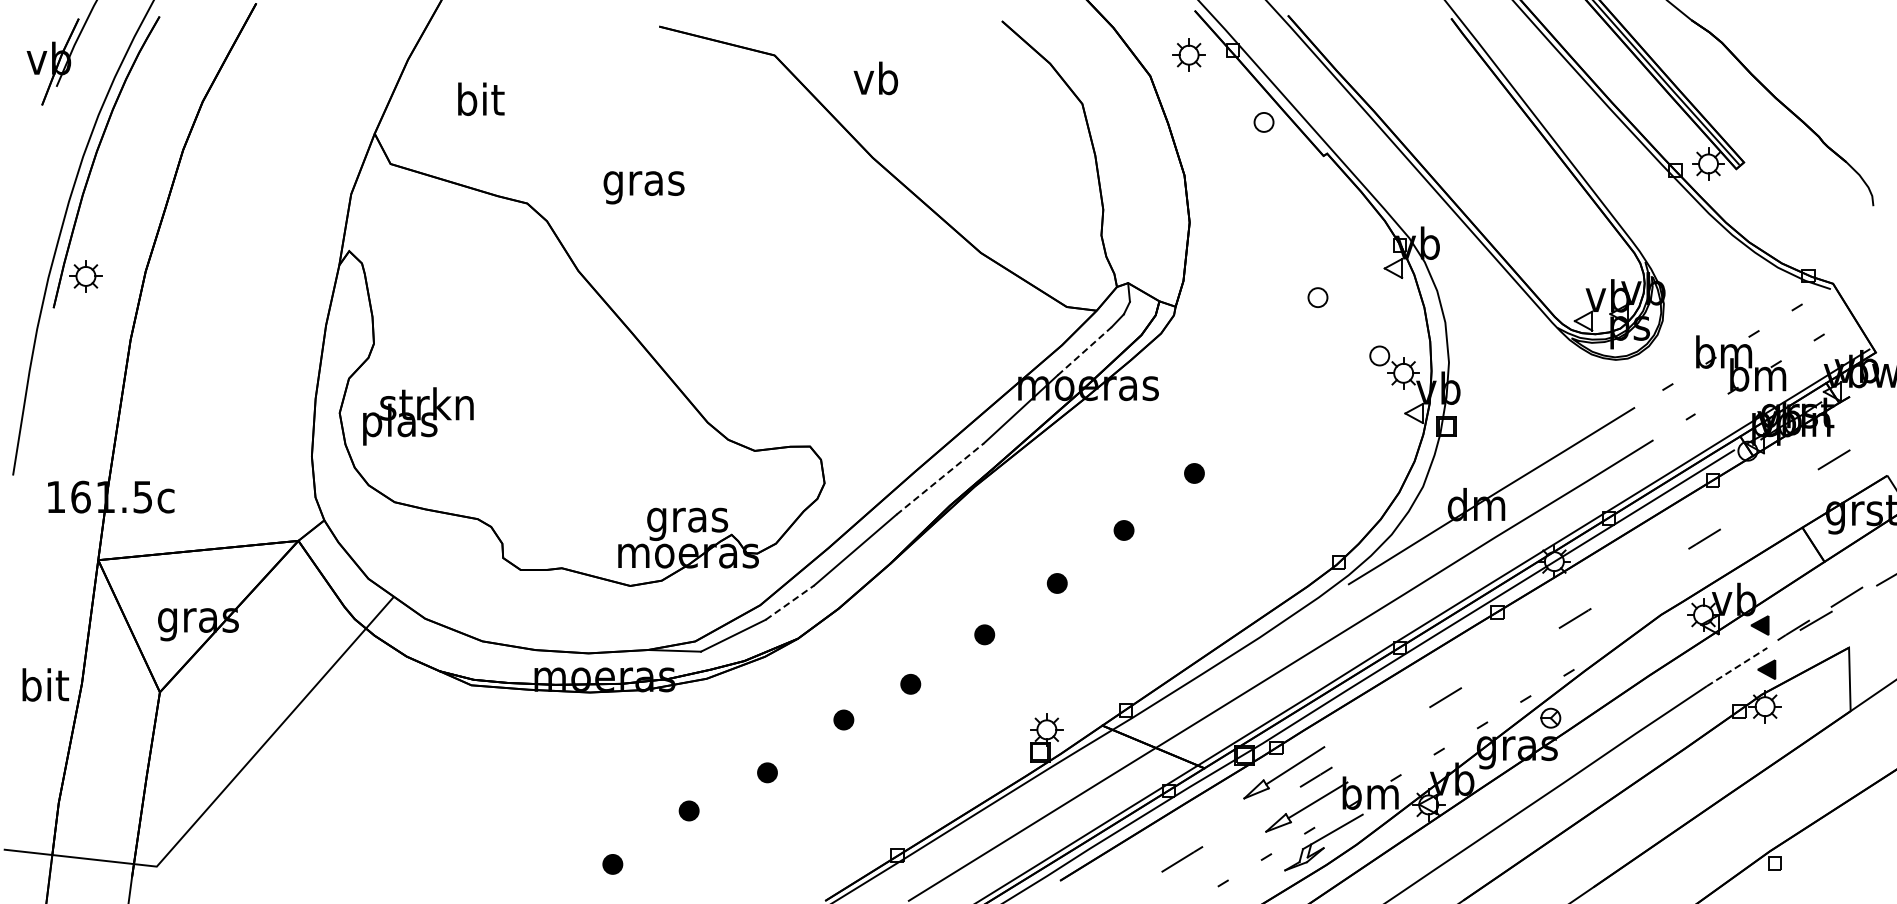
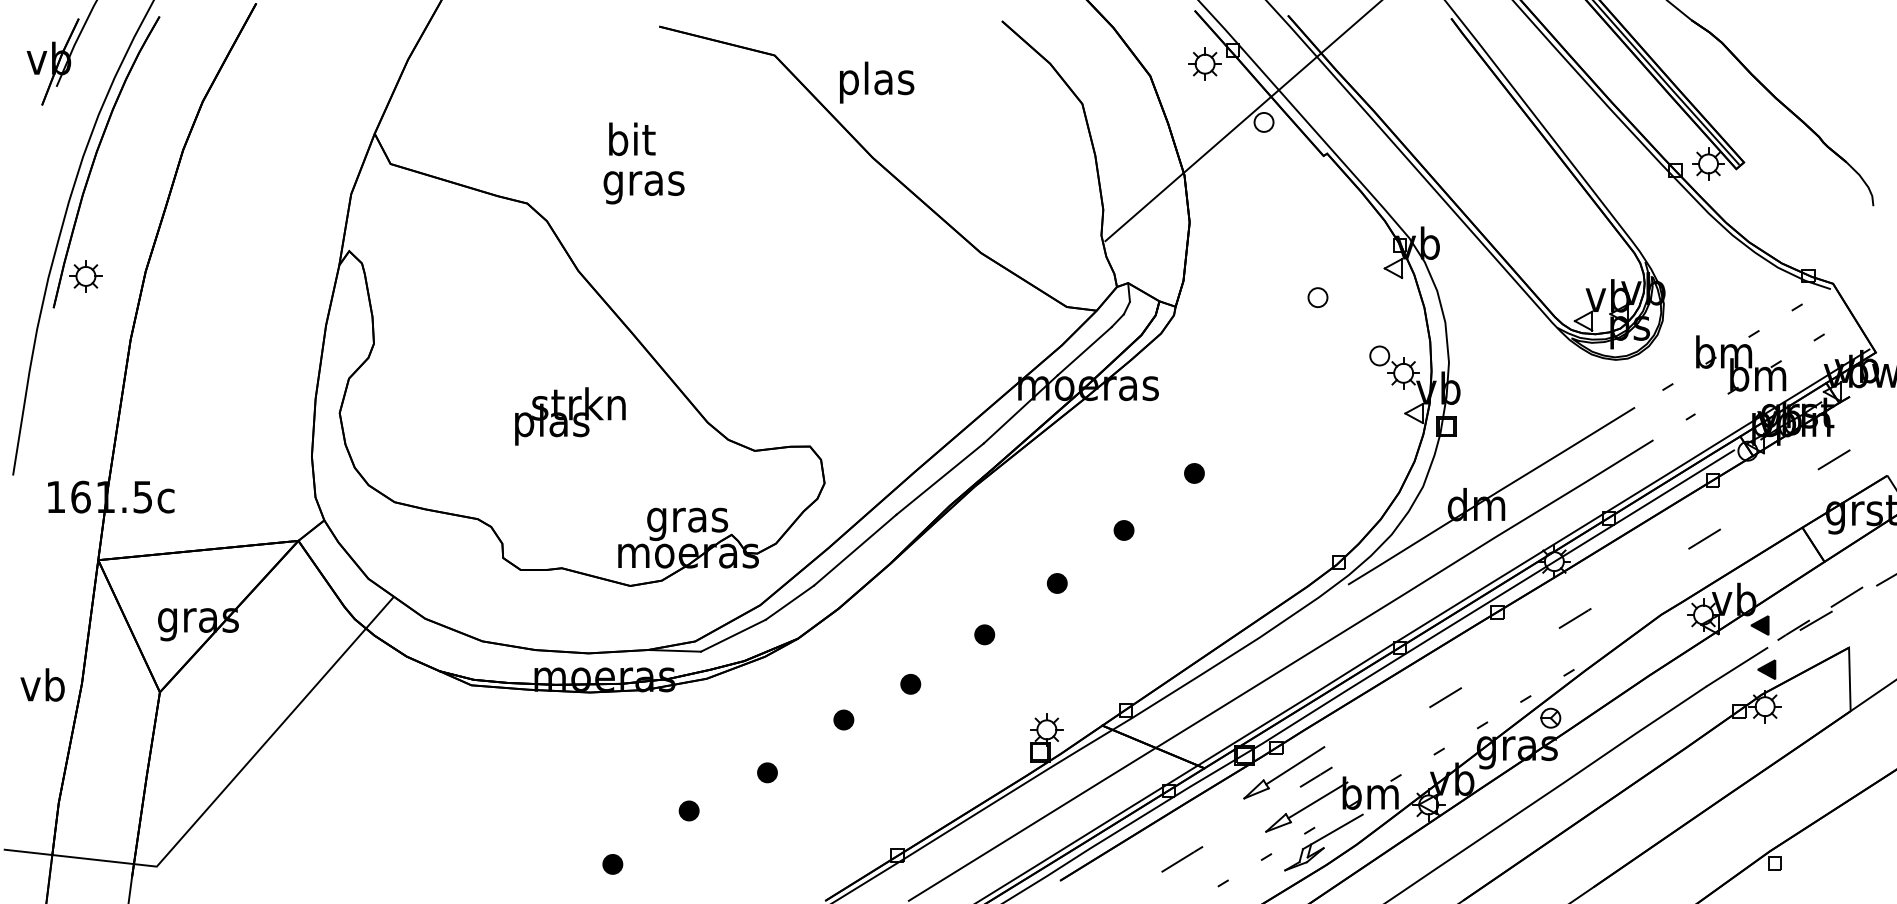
part at (1188, 54) position: (1188, 54) -> (1204, 63)
text at (877, 82): vb -> plas
text at (481, 98) position: (481, 98) -> (632, 138)
line at (1242, 121): none -> present
line at (1085, 350): dashed -> solid
text at (418, 416) position: (418, 416) -> (570, 416)
line at (940, 478): dashed -> solid
line at (789, 602): dashed -> solid
line at (1737, 667): dashed -> solid
text at (44, 684): bit -> vb
